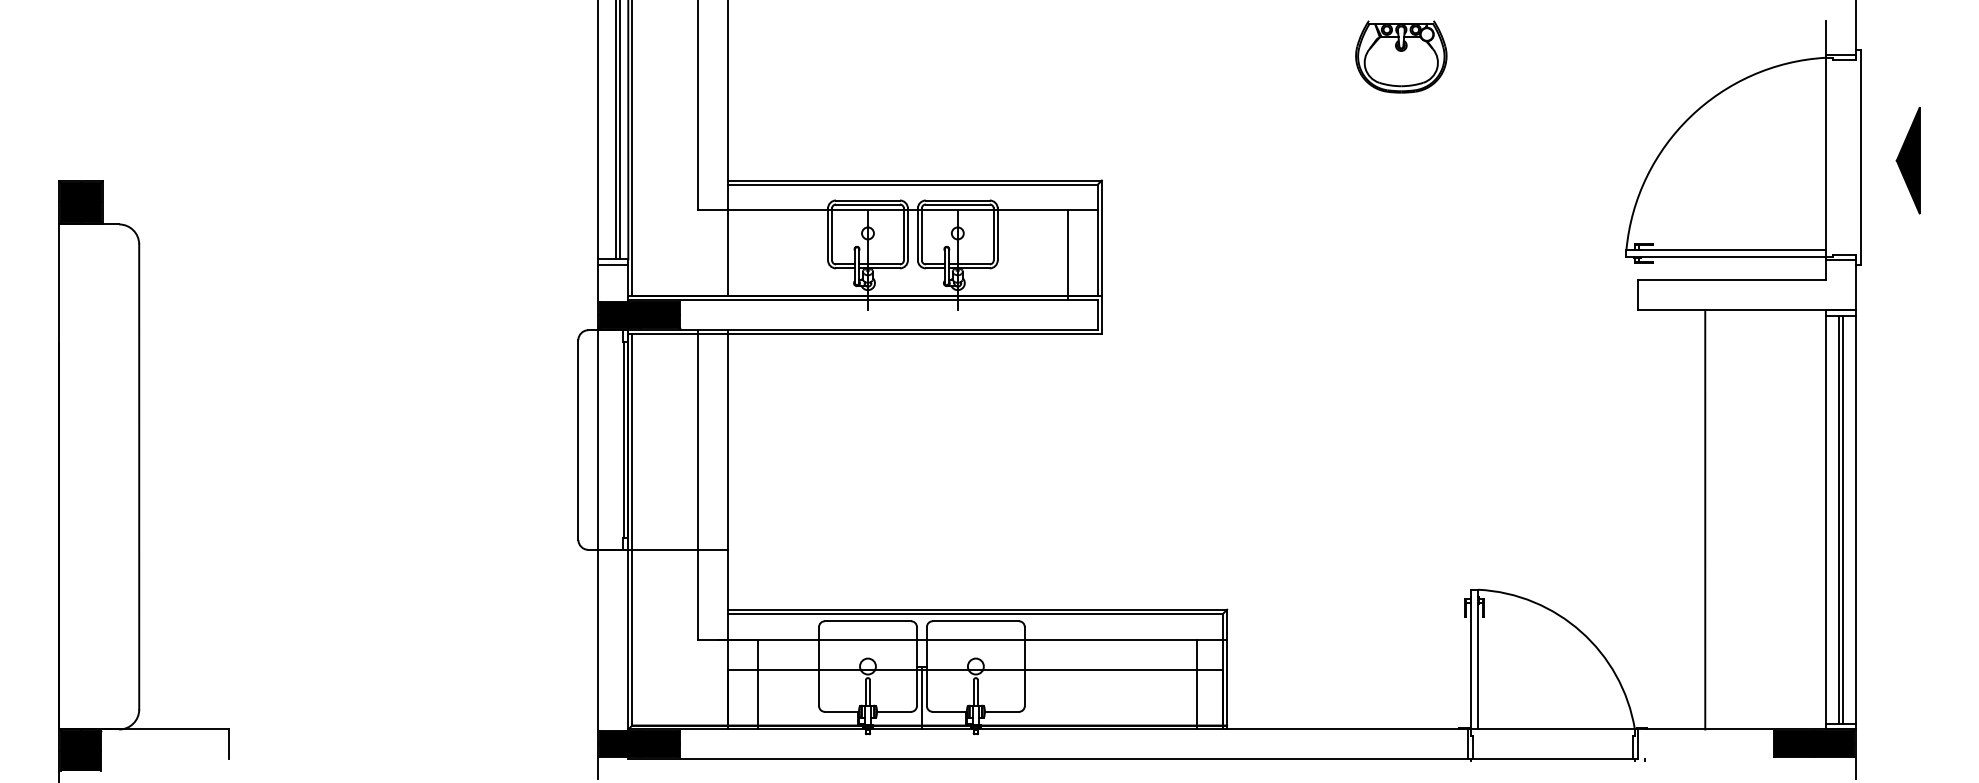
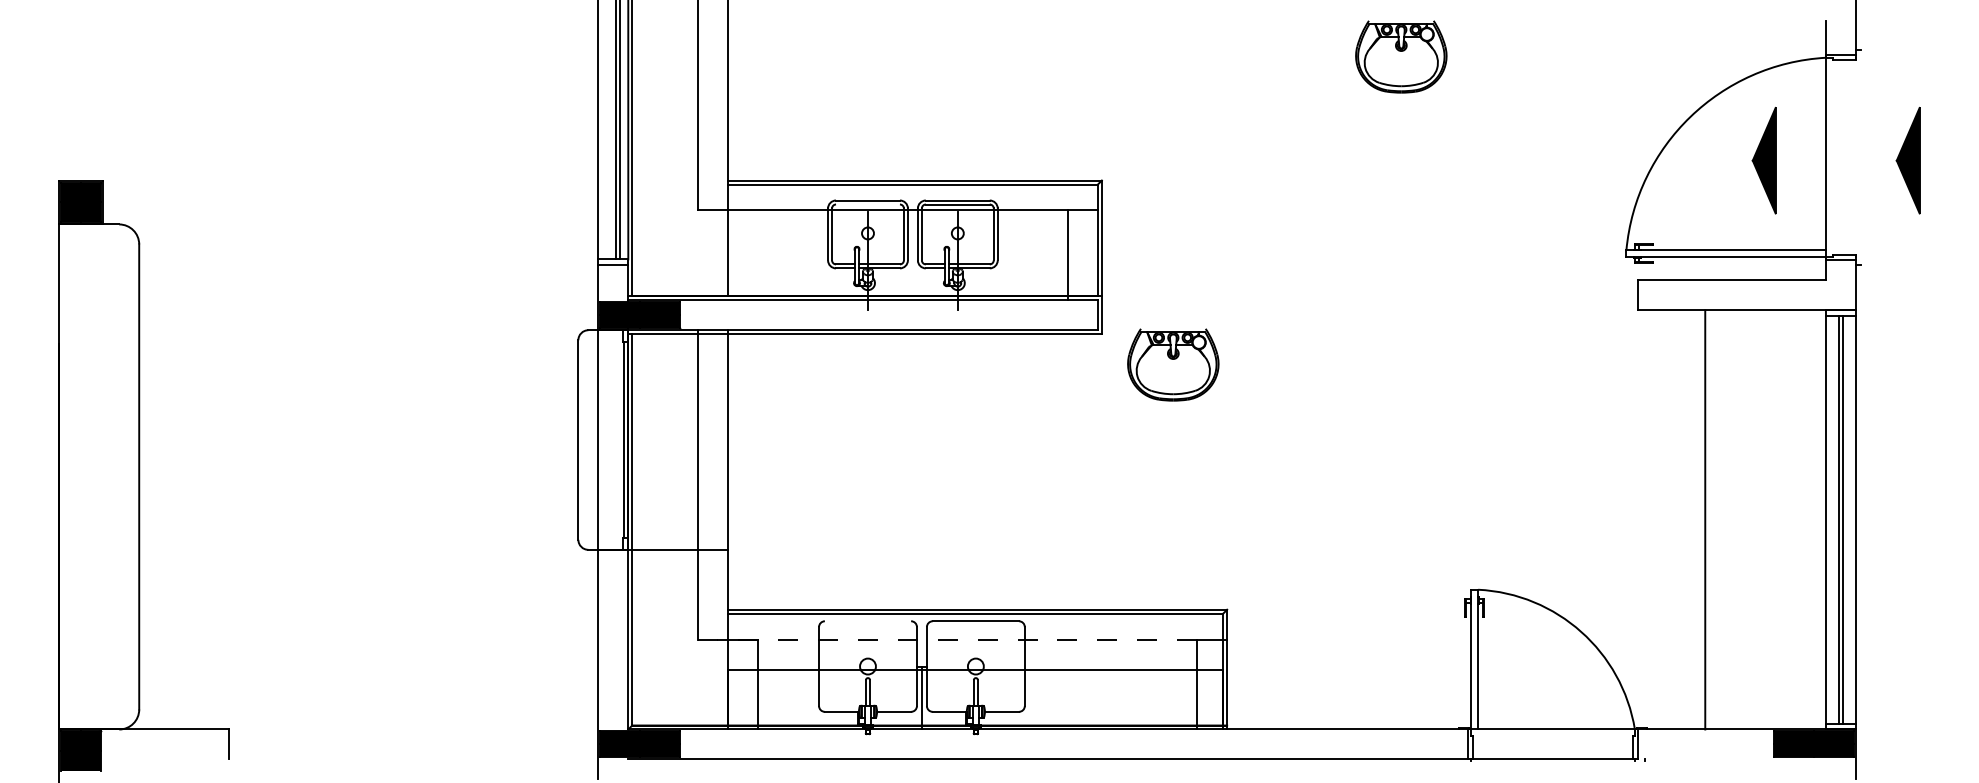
line at (1860, 157): present -> none
part at (1763, 160): none -> present
line at (867, 204): present -> none
part at (1173, 364): none -> present
line at (867, 621): present -> none
line at (947, 639): solid -> dashed
